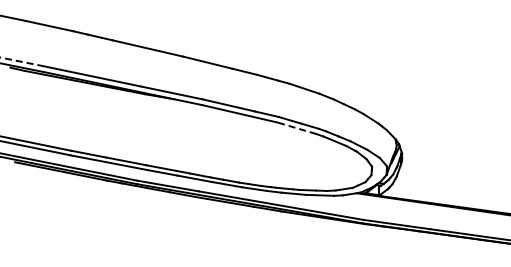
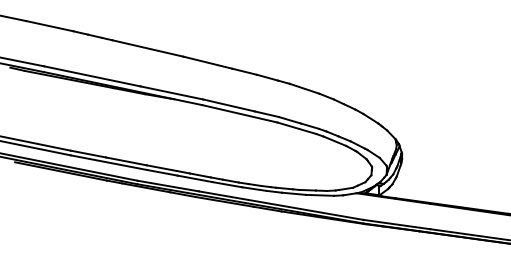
line at (21, 61): dashed -> solid
line at (296, 128): dashed -> solid
